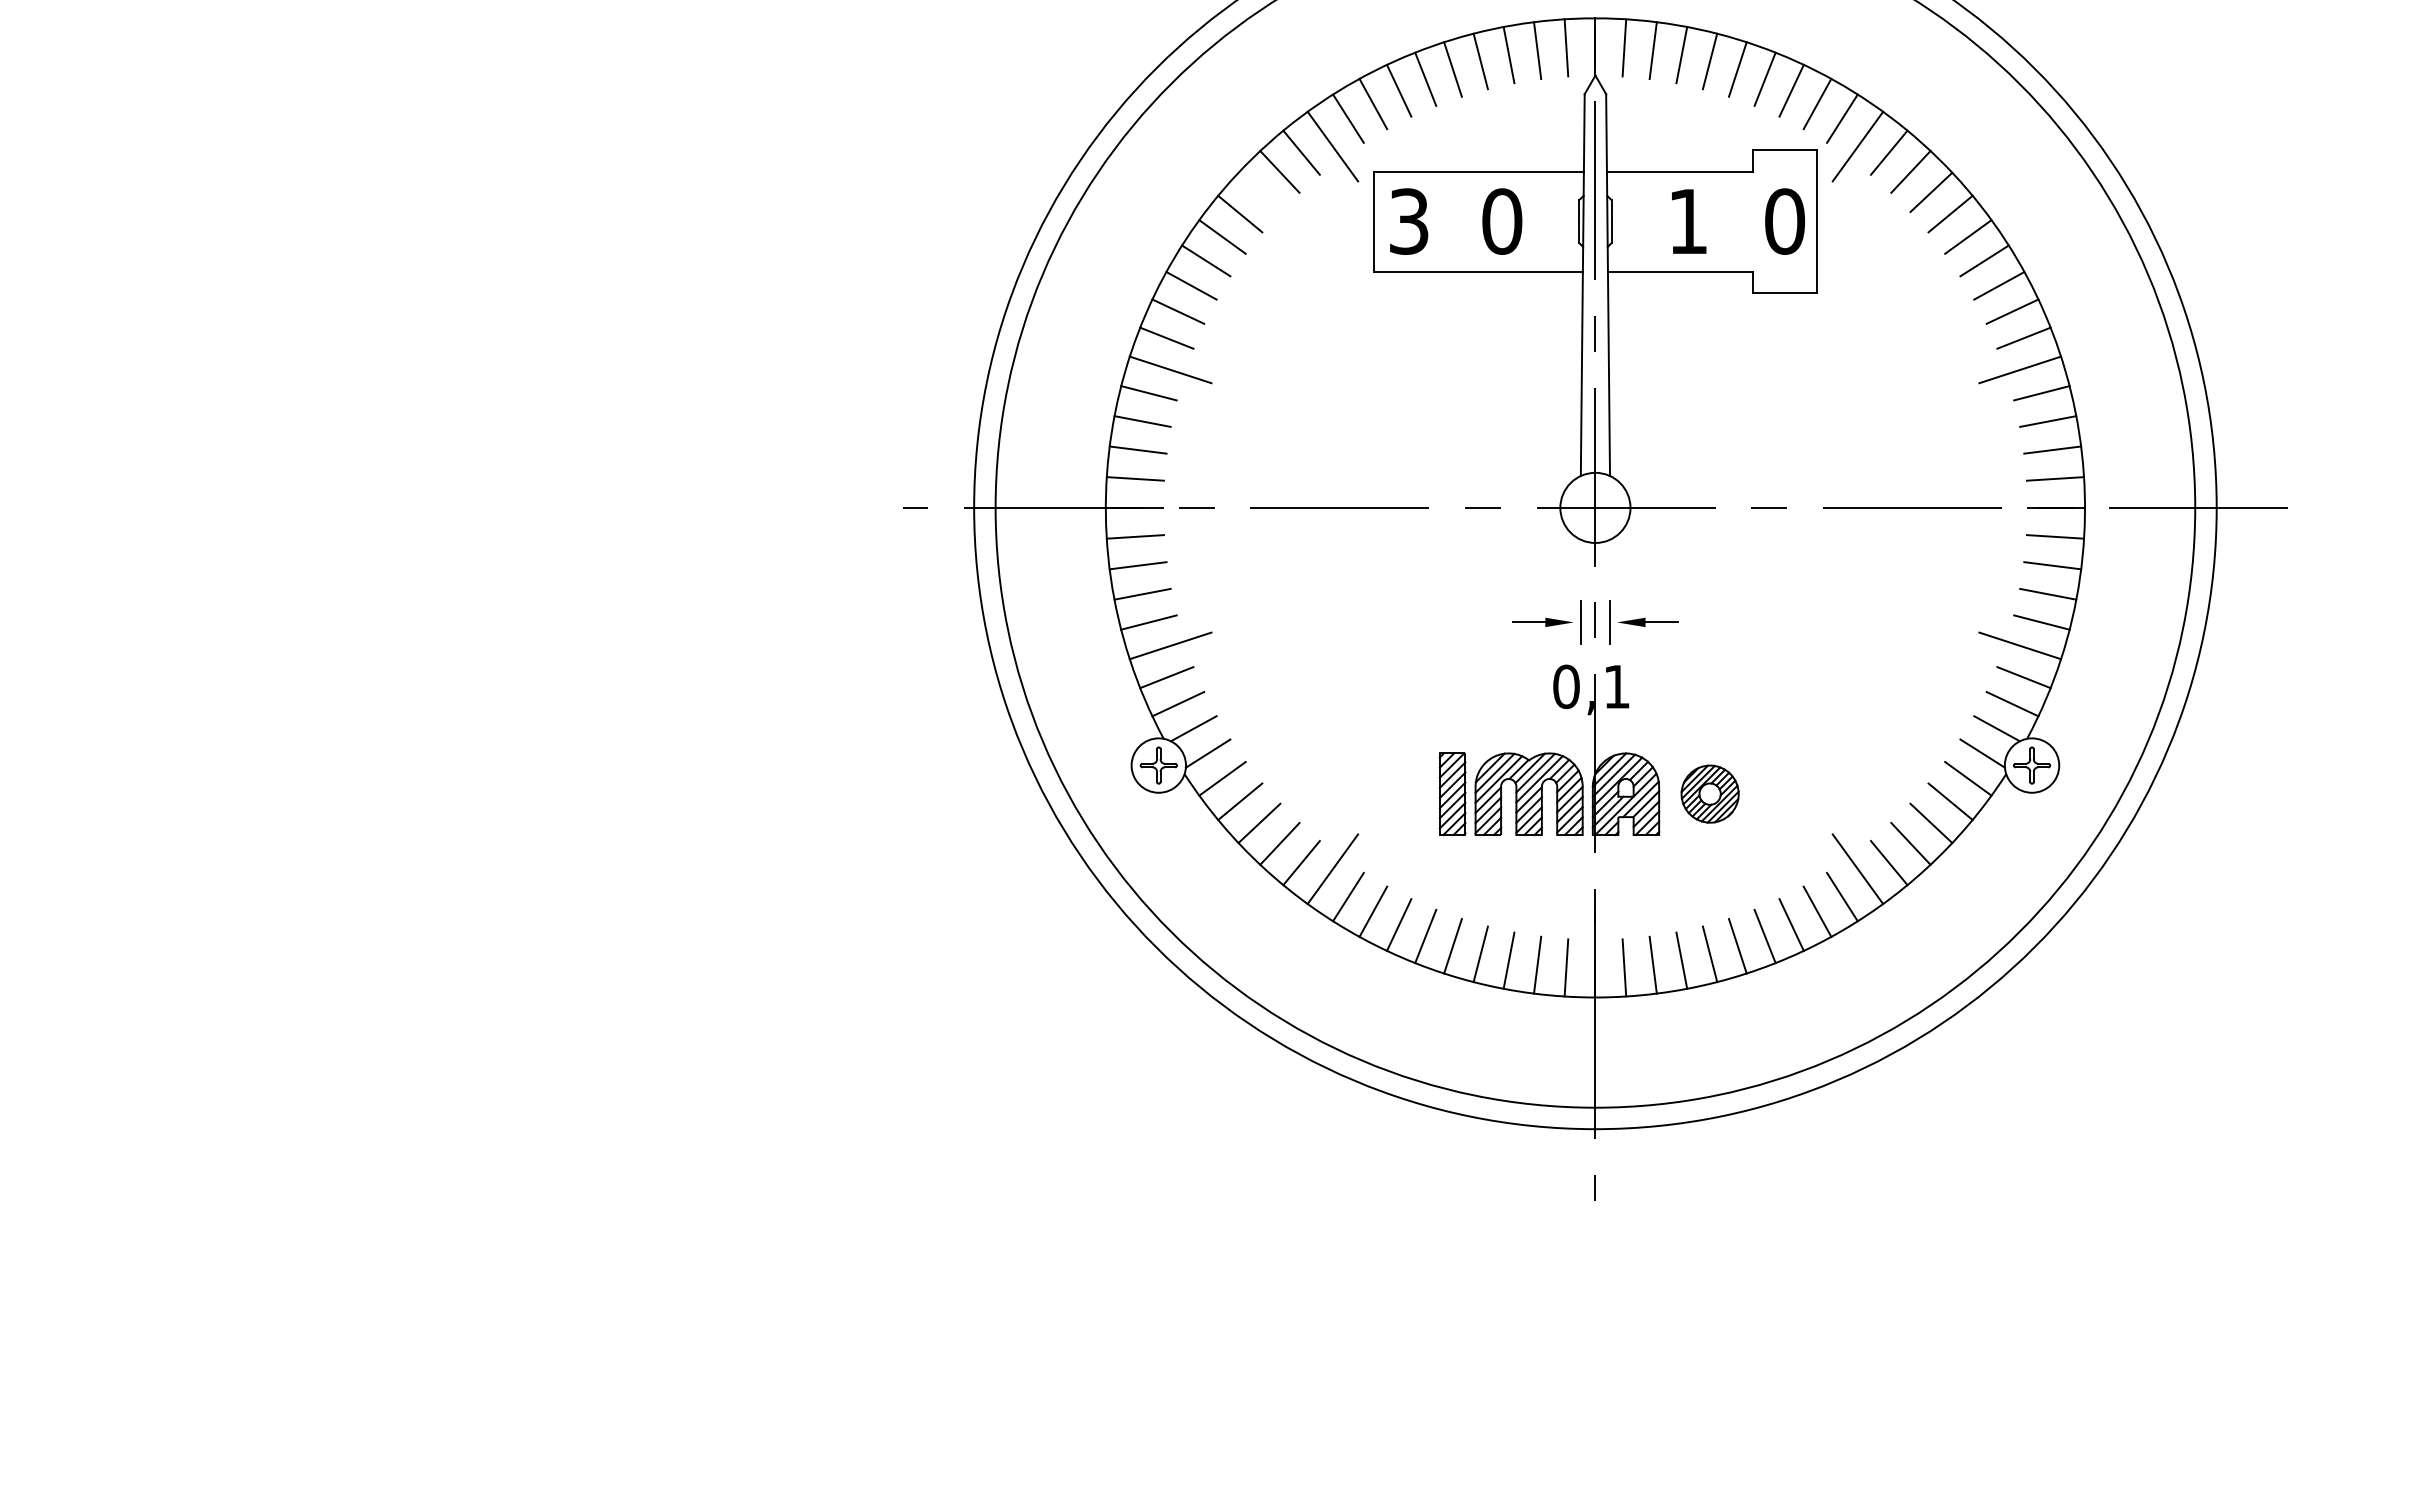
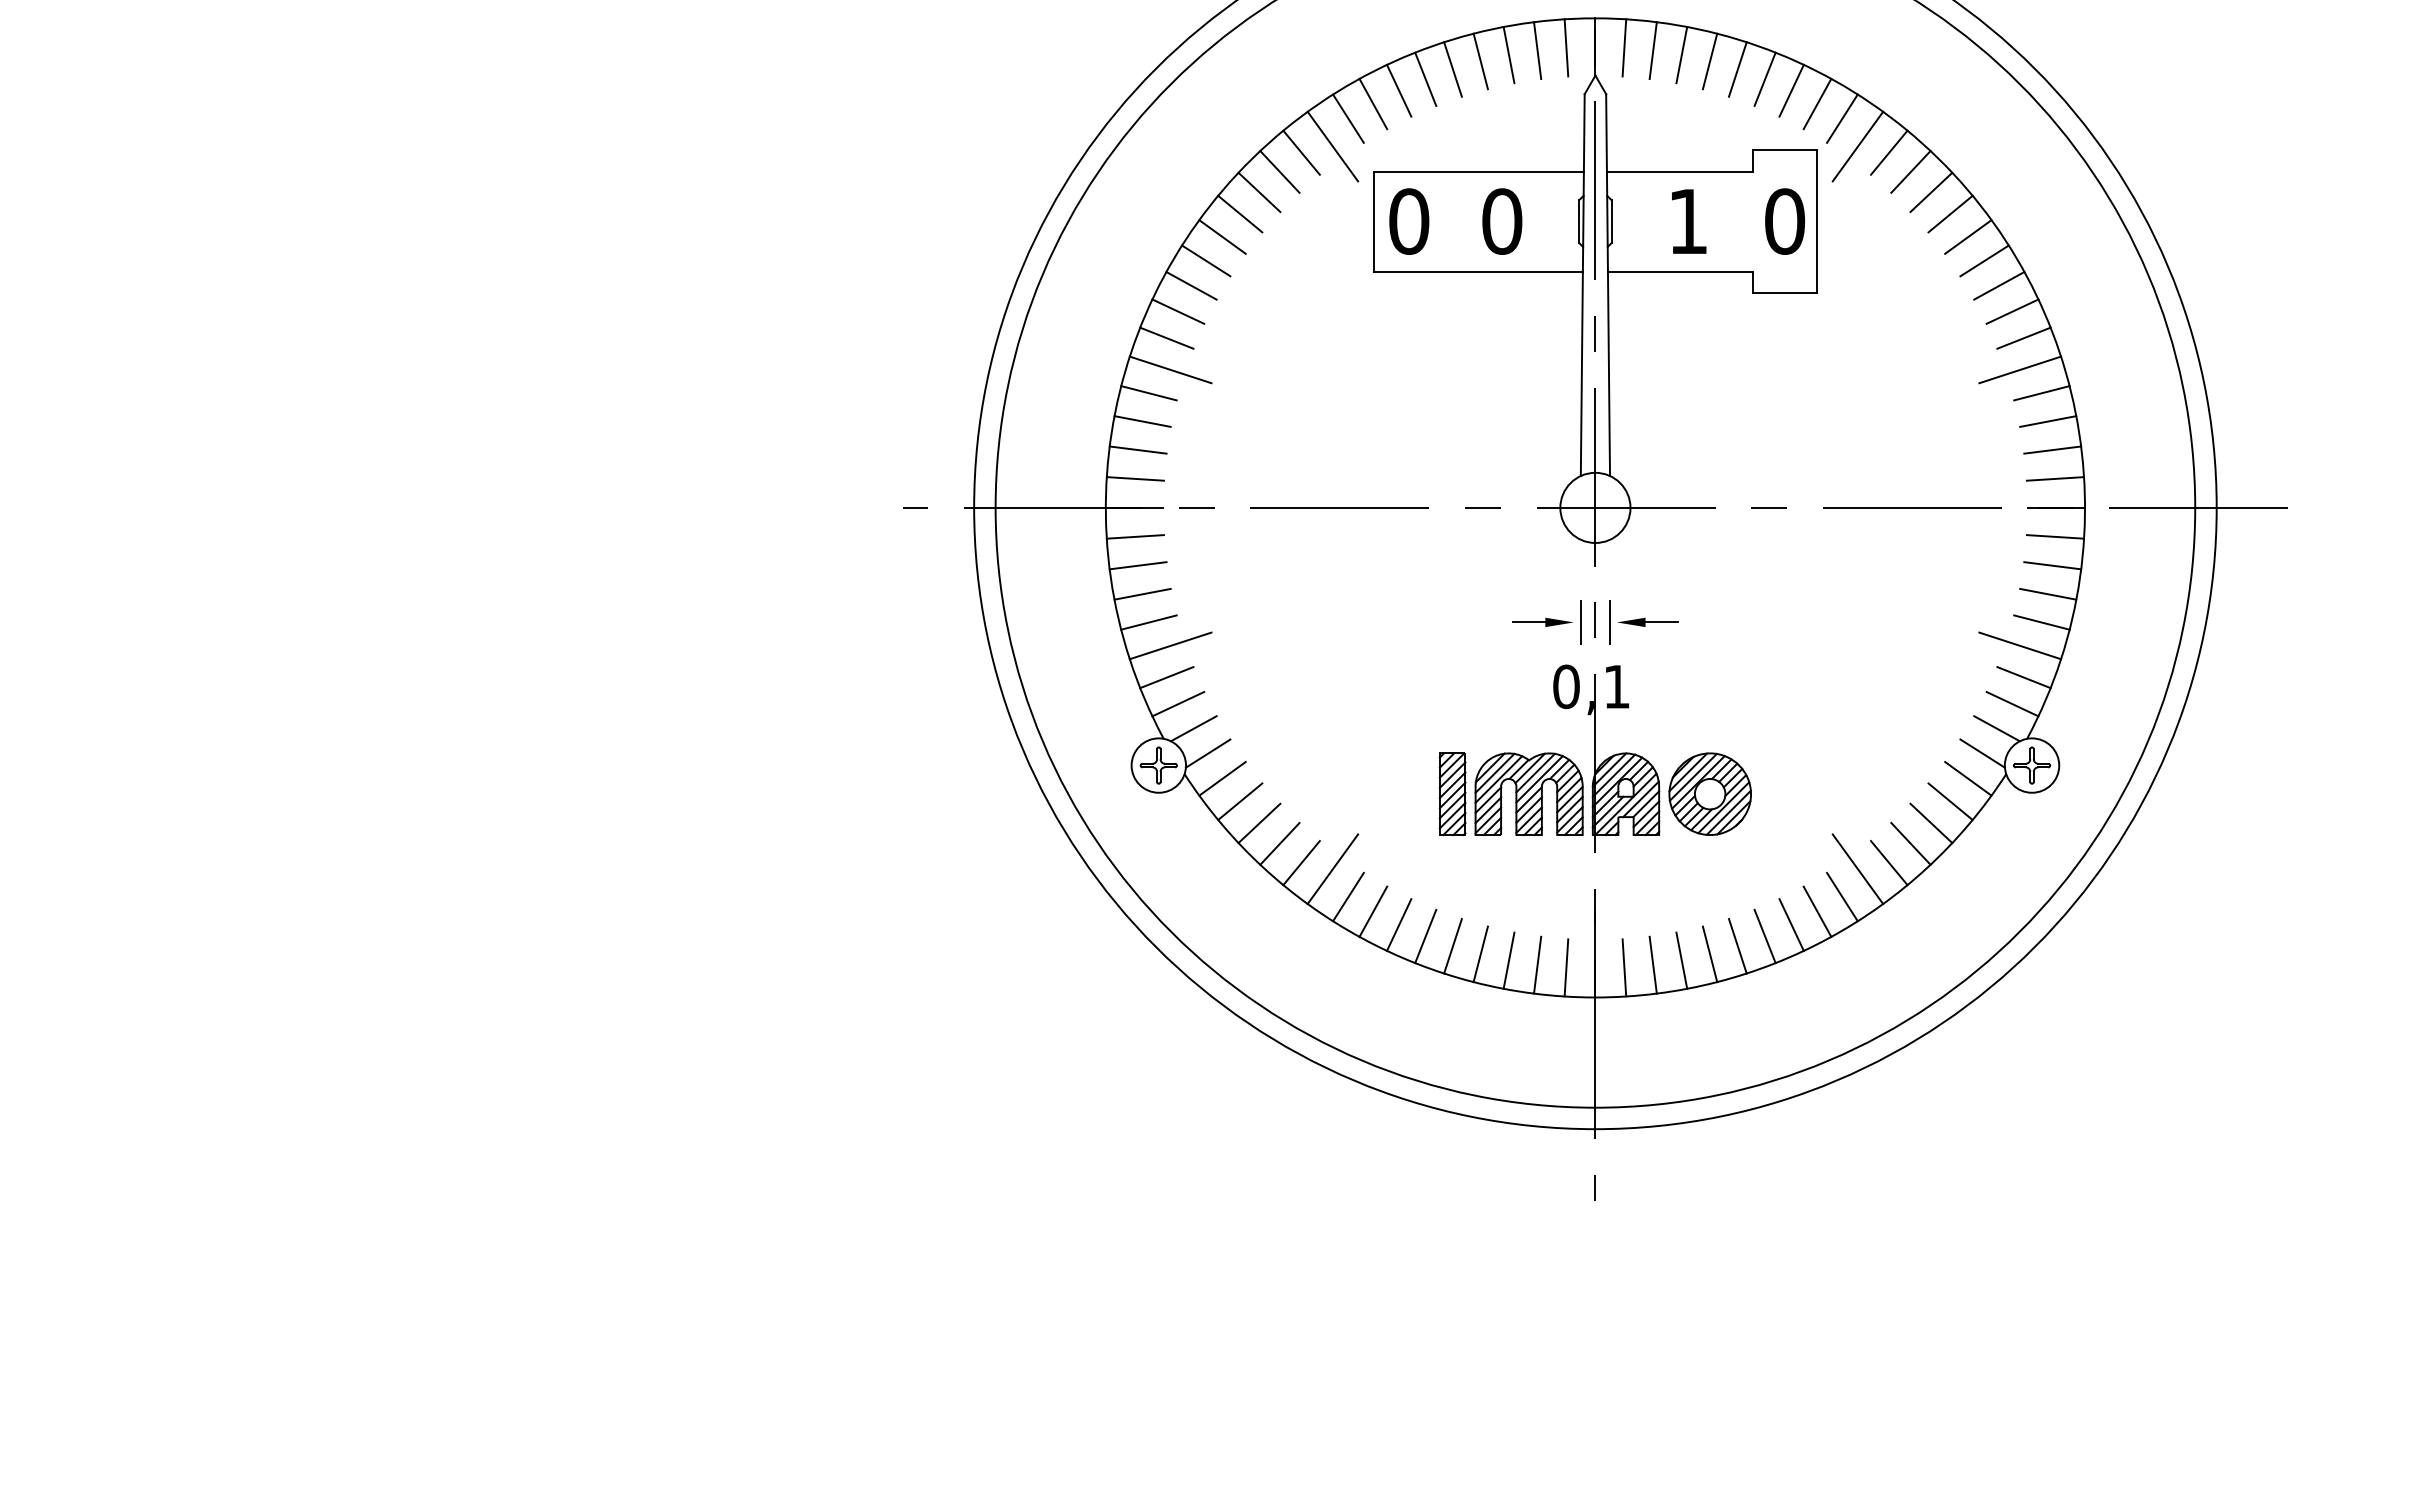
line at (1259, 192): none -> present
text at (1409, 221): 3 -> 0
part at (1709, 793) size: 60x60 px -> 84x84 px
